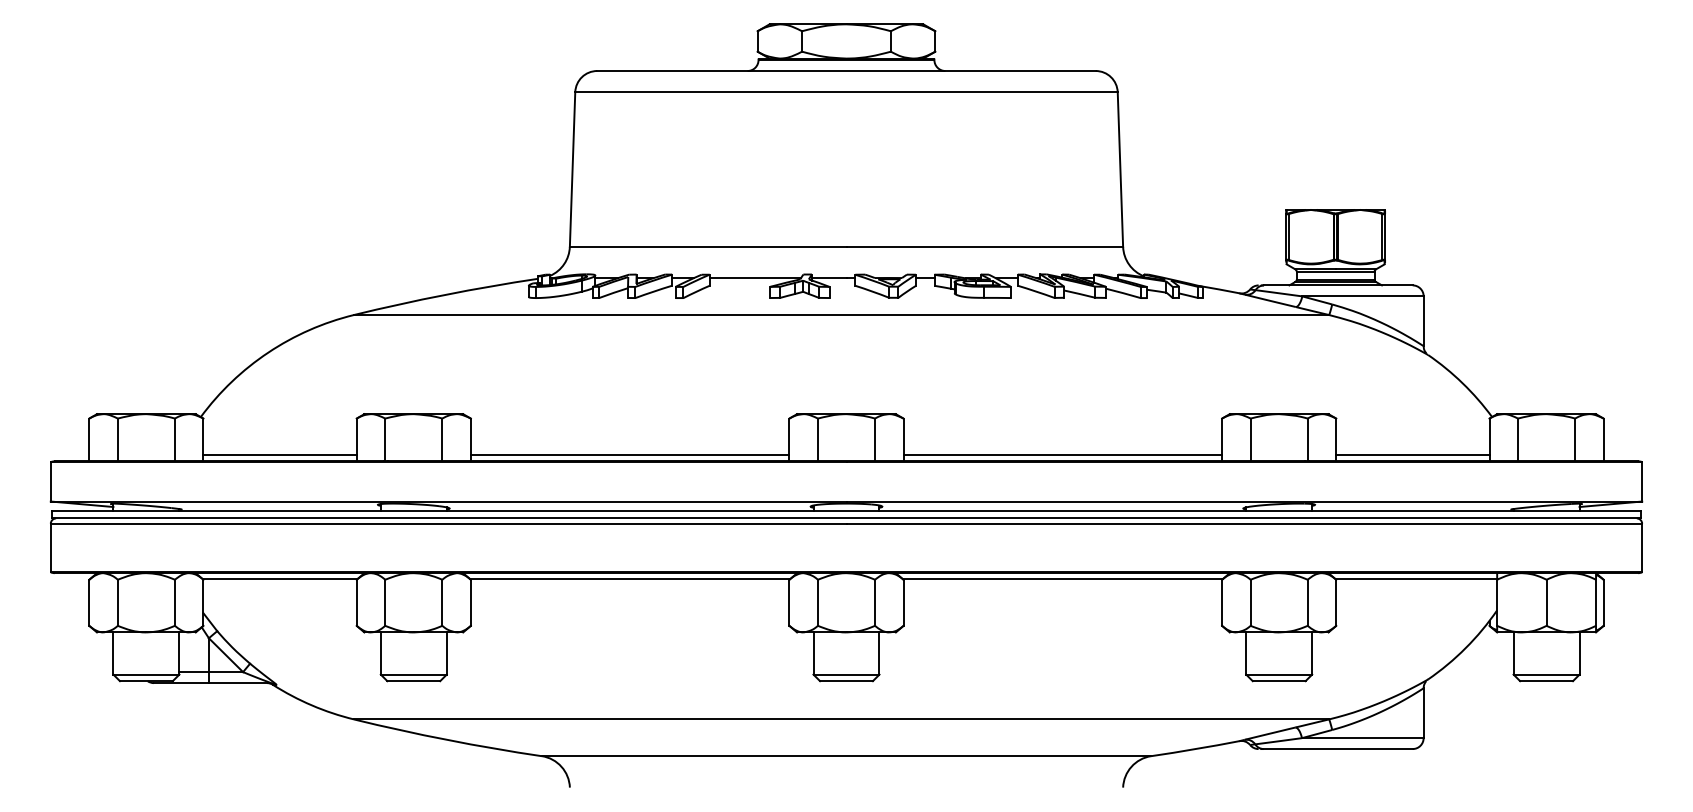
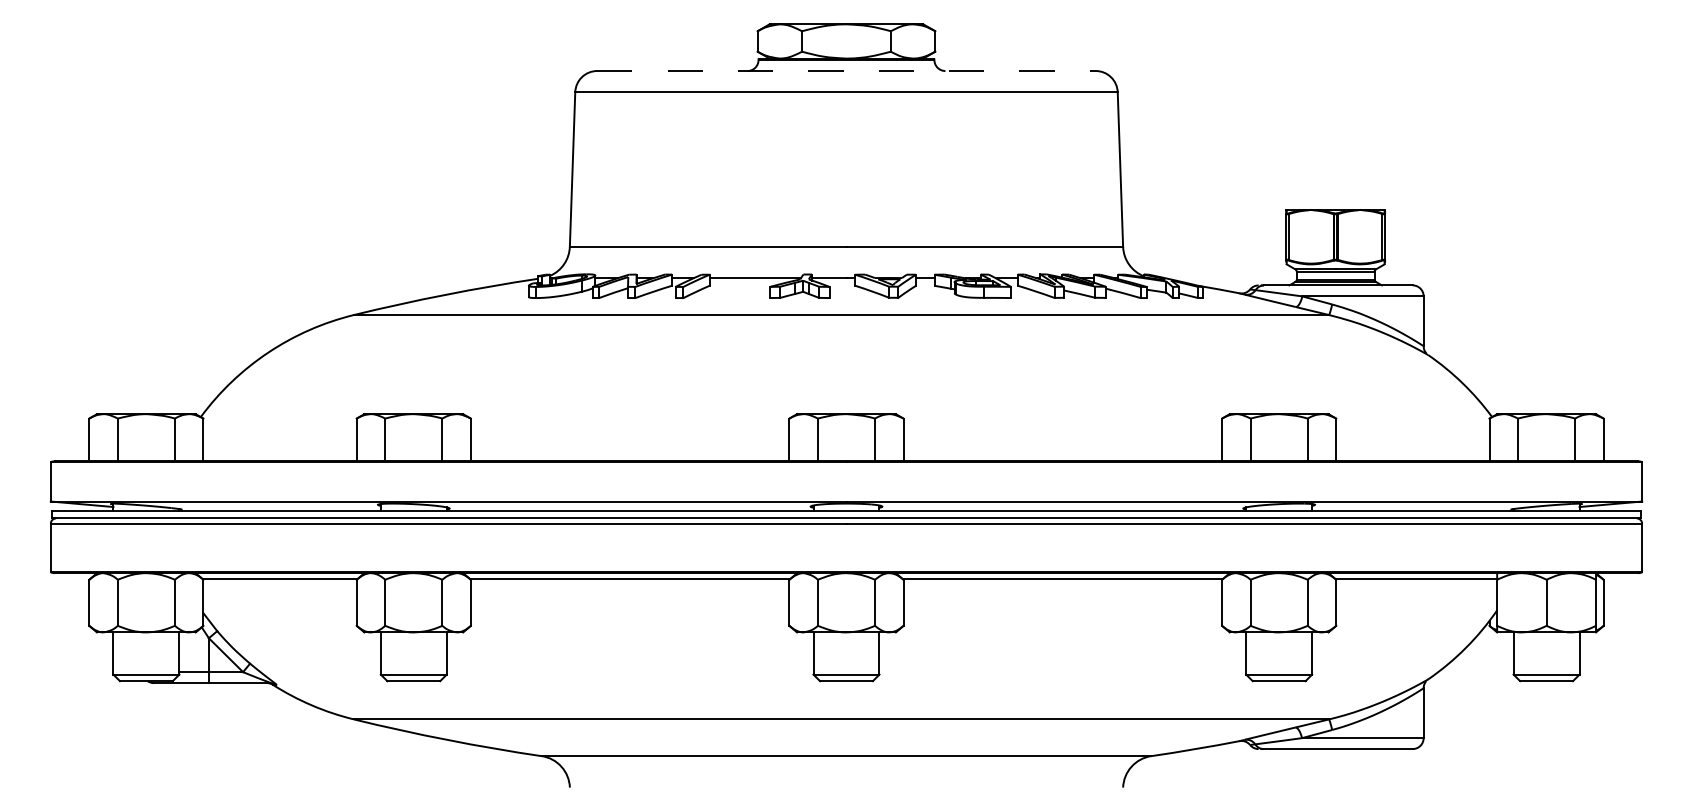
line at (847, 71): solid -> dashed
line at (279, 455): present -> none
line at (629, 455): present -> none
line at (1062, 455): present -> none
line at (1412, 455): present -> none
